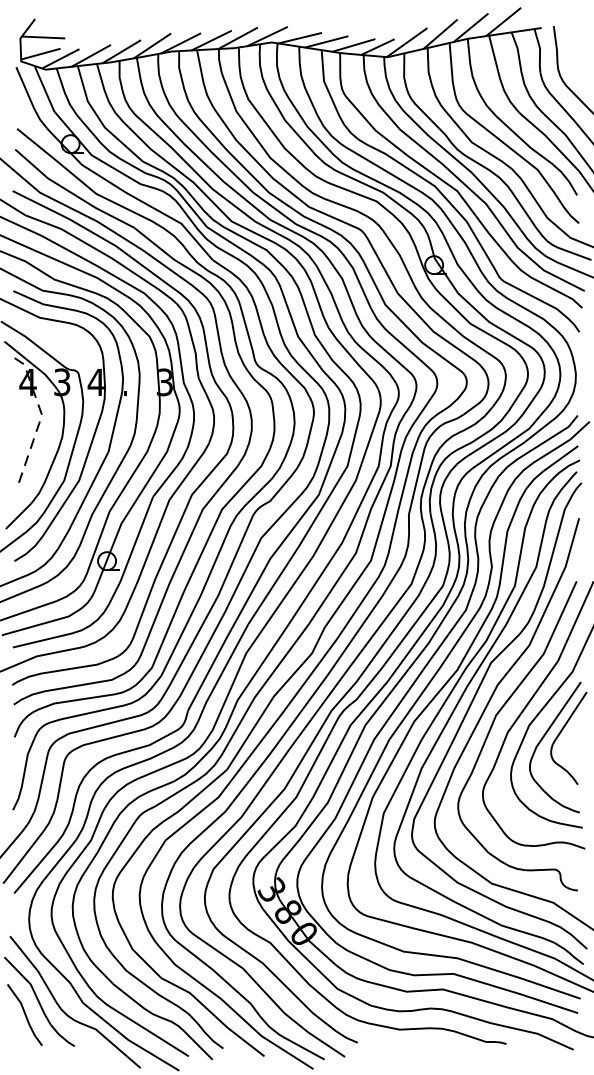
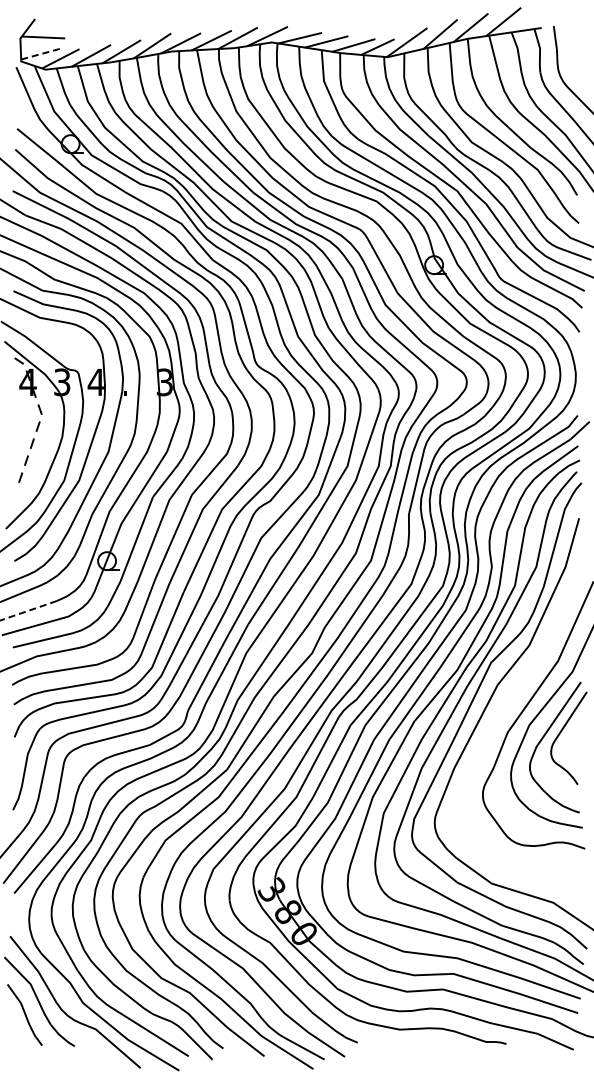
line at (41, 54): solid -> dashed
line at (28, 610): solid -> dashed
part at (493, 724): present -> none
